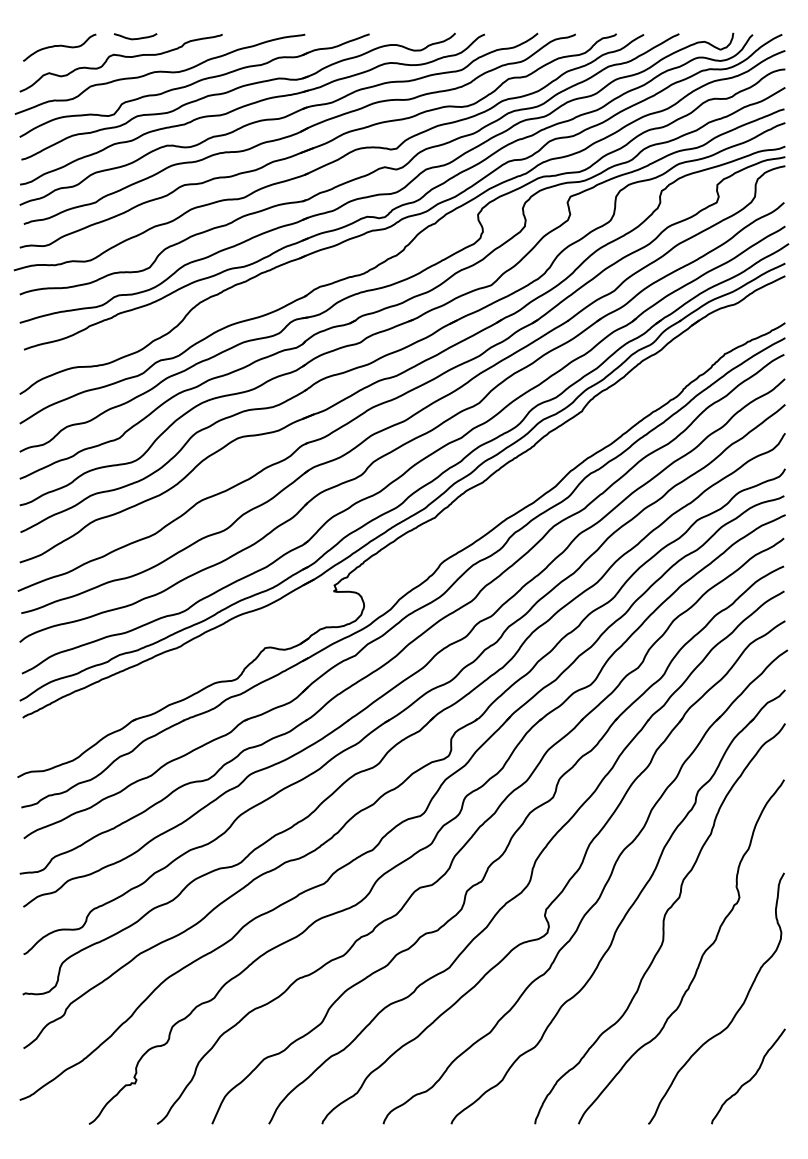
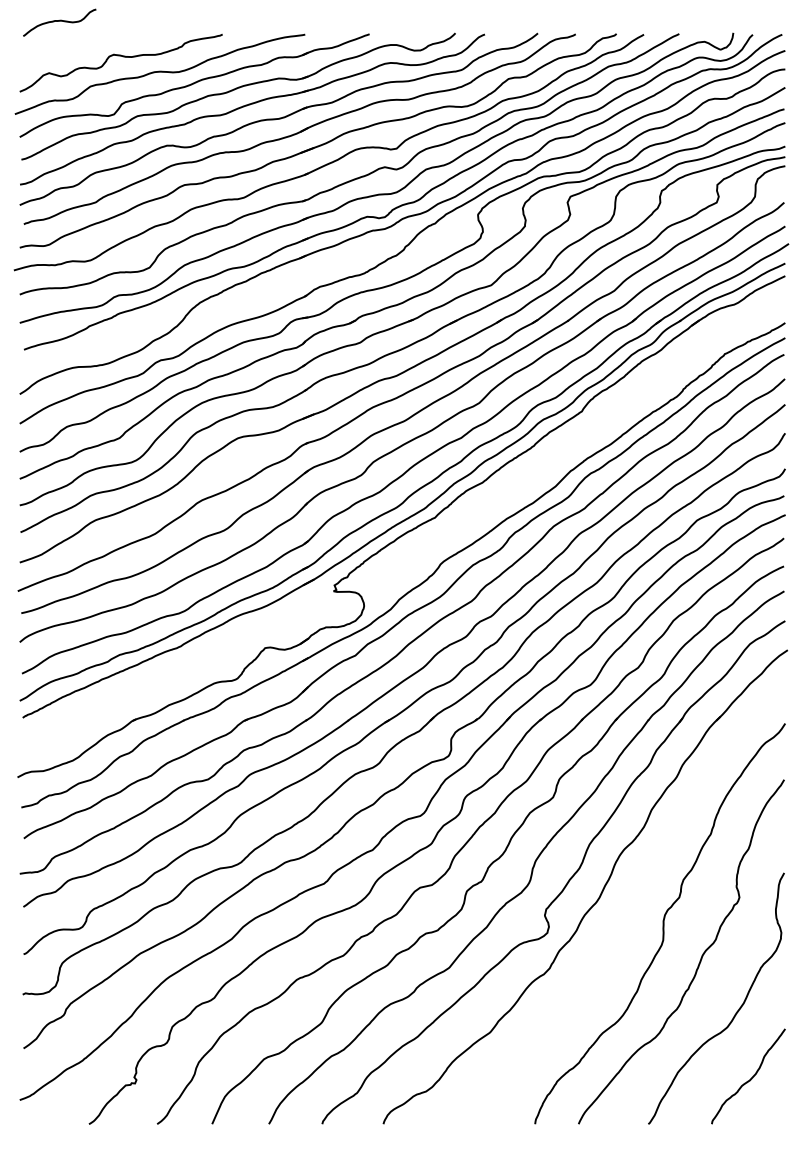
curve at (135, 38): present -> none
curve at (59, 46) position: (59, 46) -> (59, 21)
part at (626, 911): present -> none
